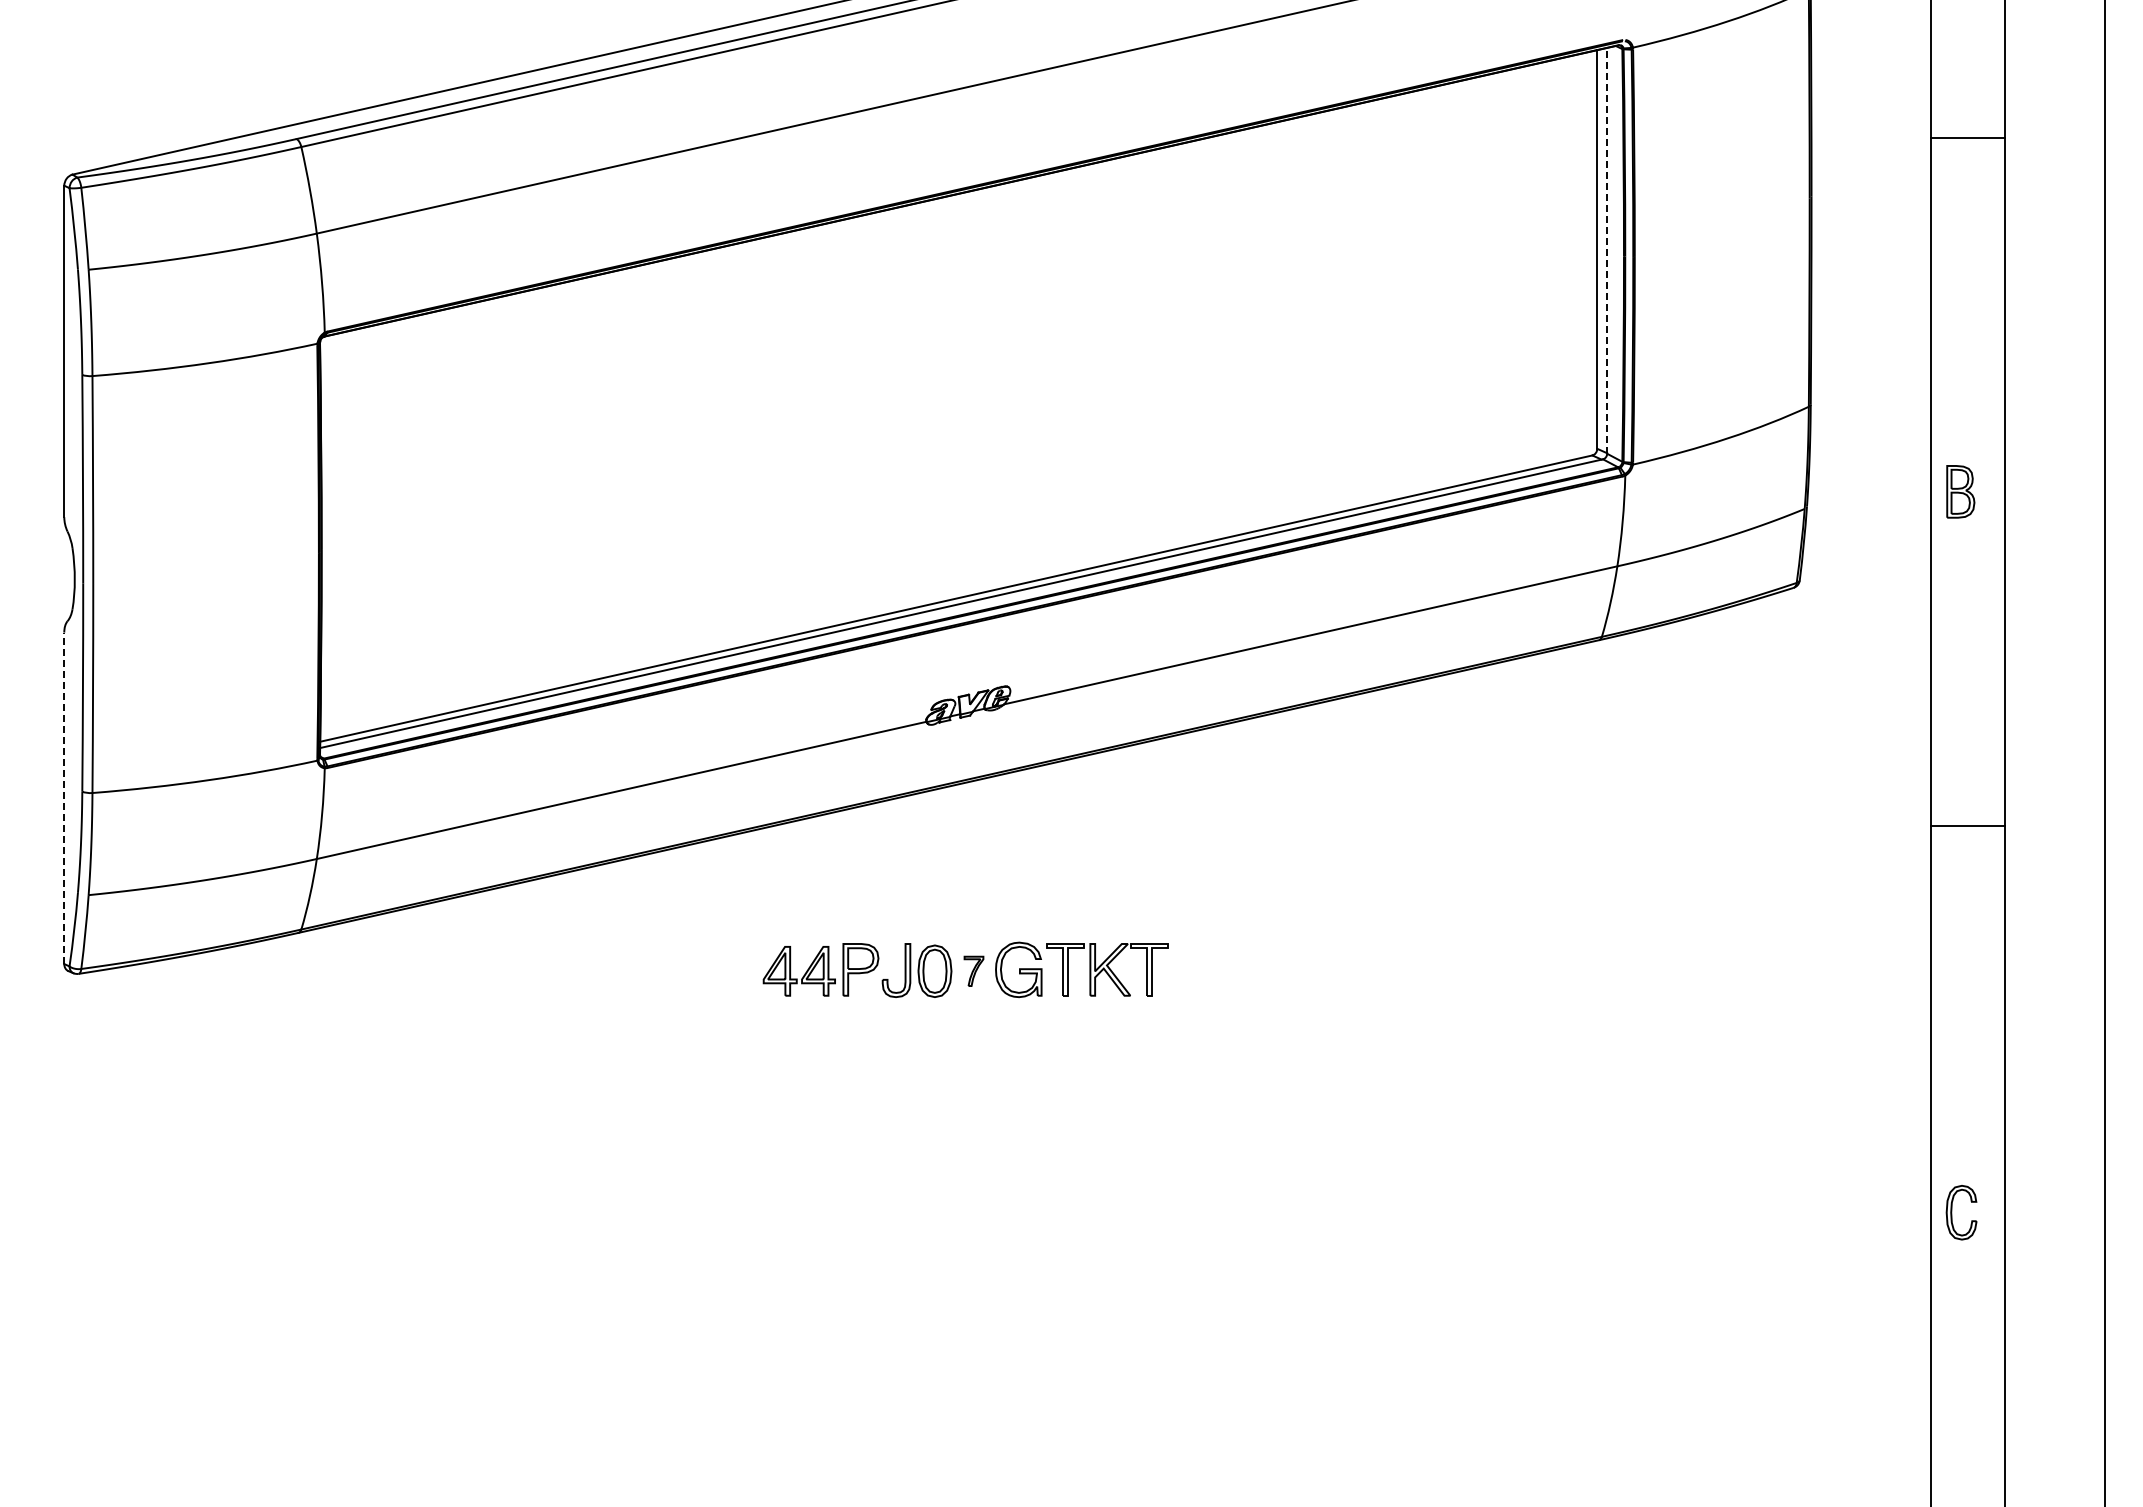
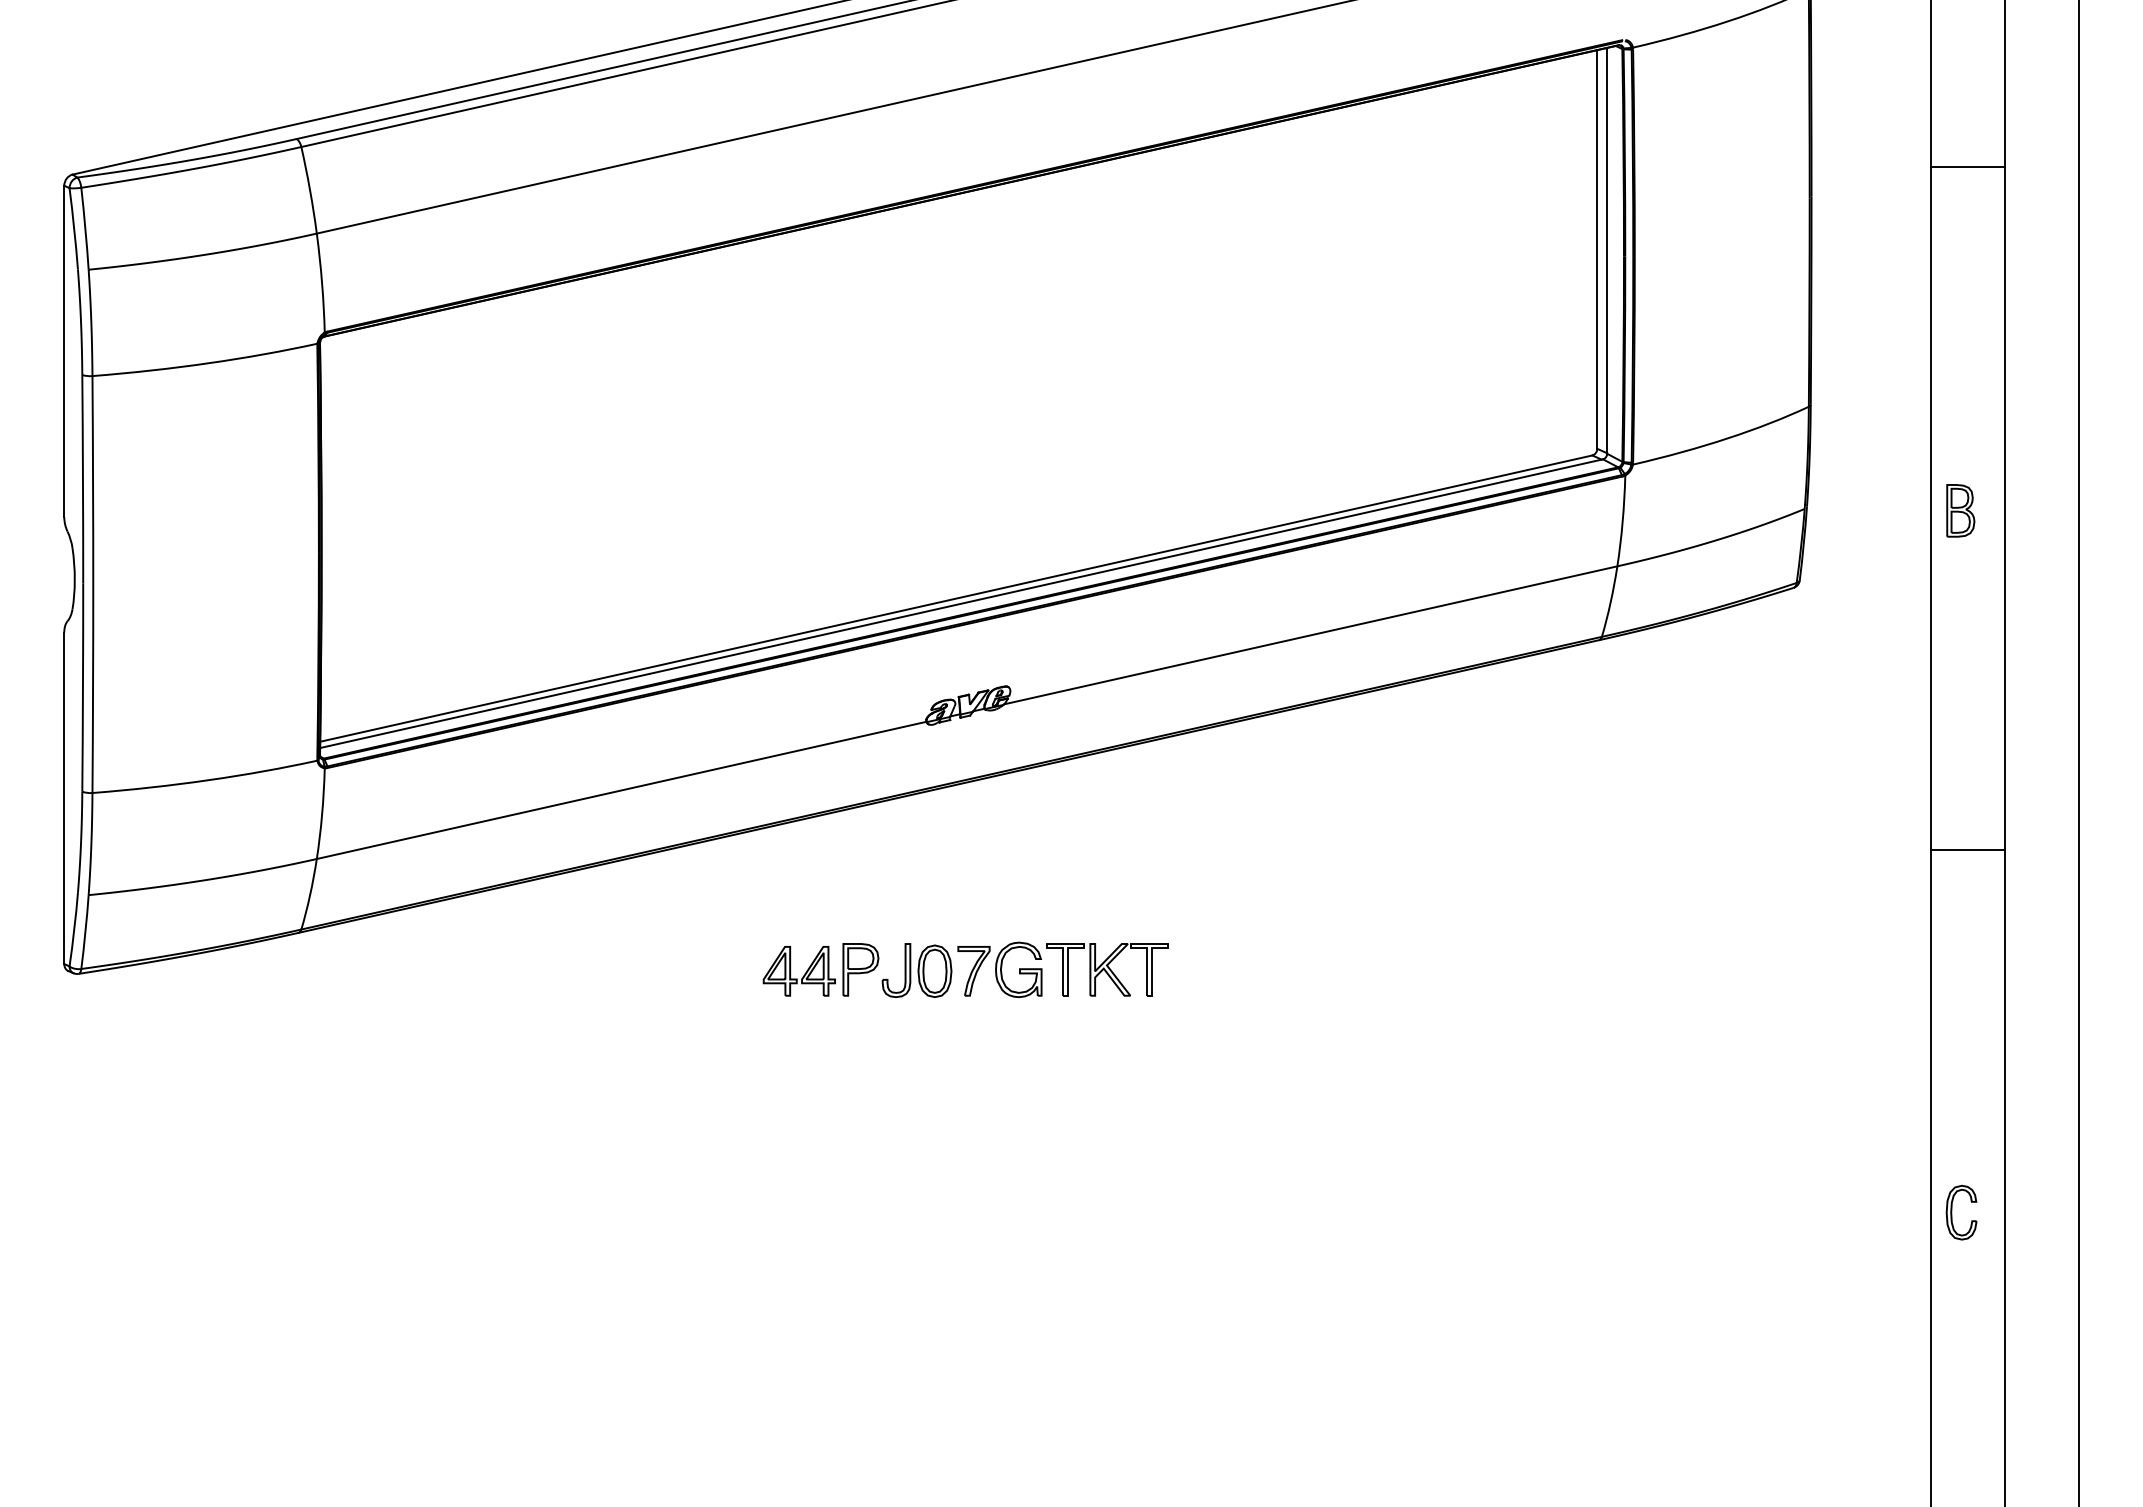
line at (1967, 137) position: (1967, 137) -> (1967, 166)
line at (1607, 250): dashed -> solid
part at (1960, 491) position: (1960, 491) -> (1960, 510)
line at (2104, 752) position: (2104, 752) -> (2078, 752)
line at (64, 798): dashed -> solid
line at (1967, 825) position: (1967, 825) -> (1967, 849)
part at (973, 970) size: 22x32 px -> 34x51 px
